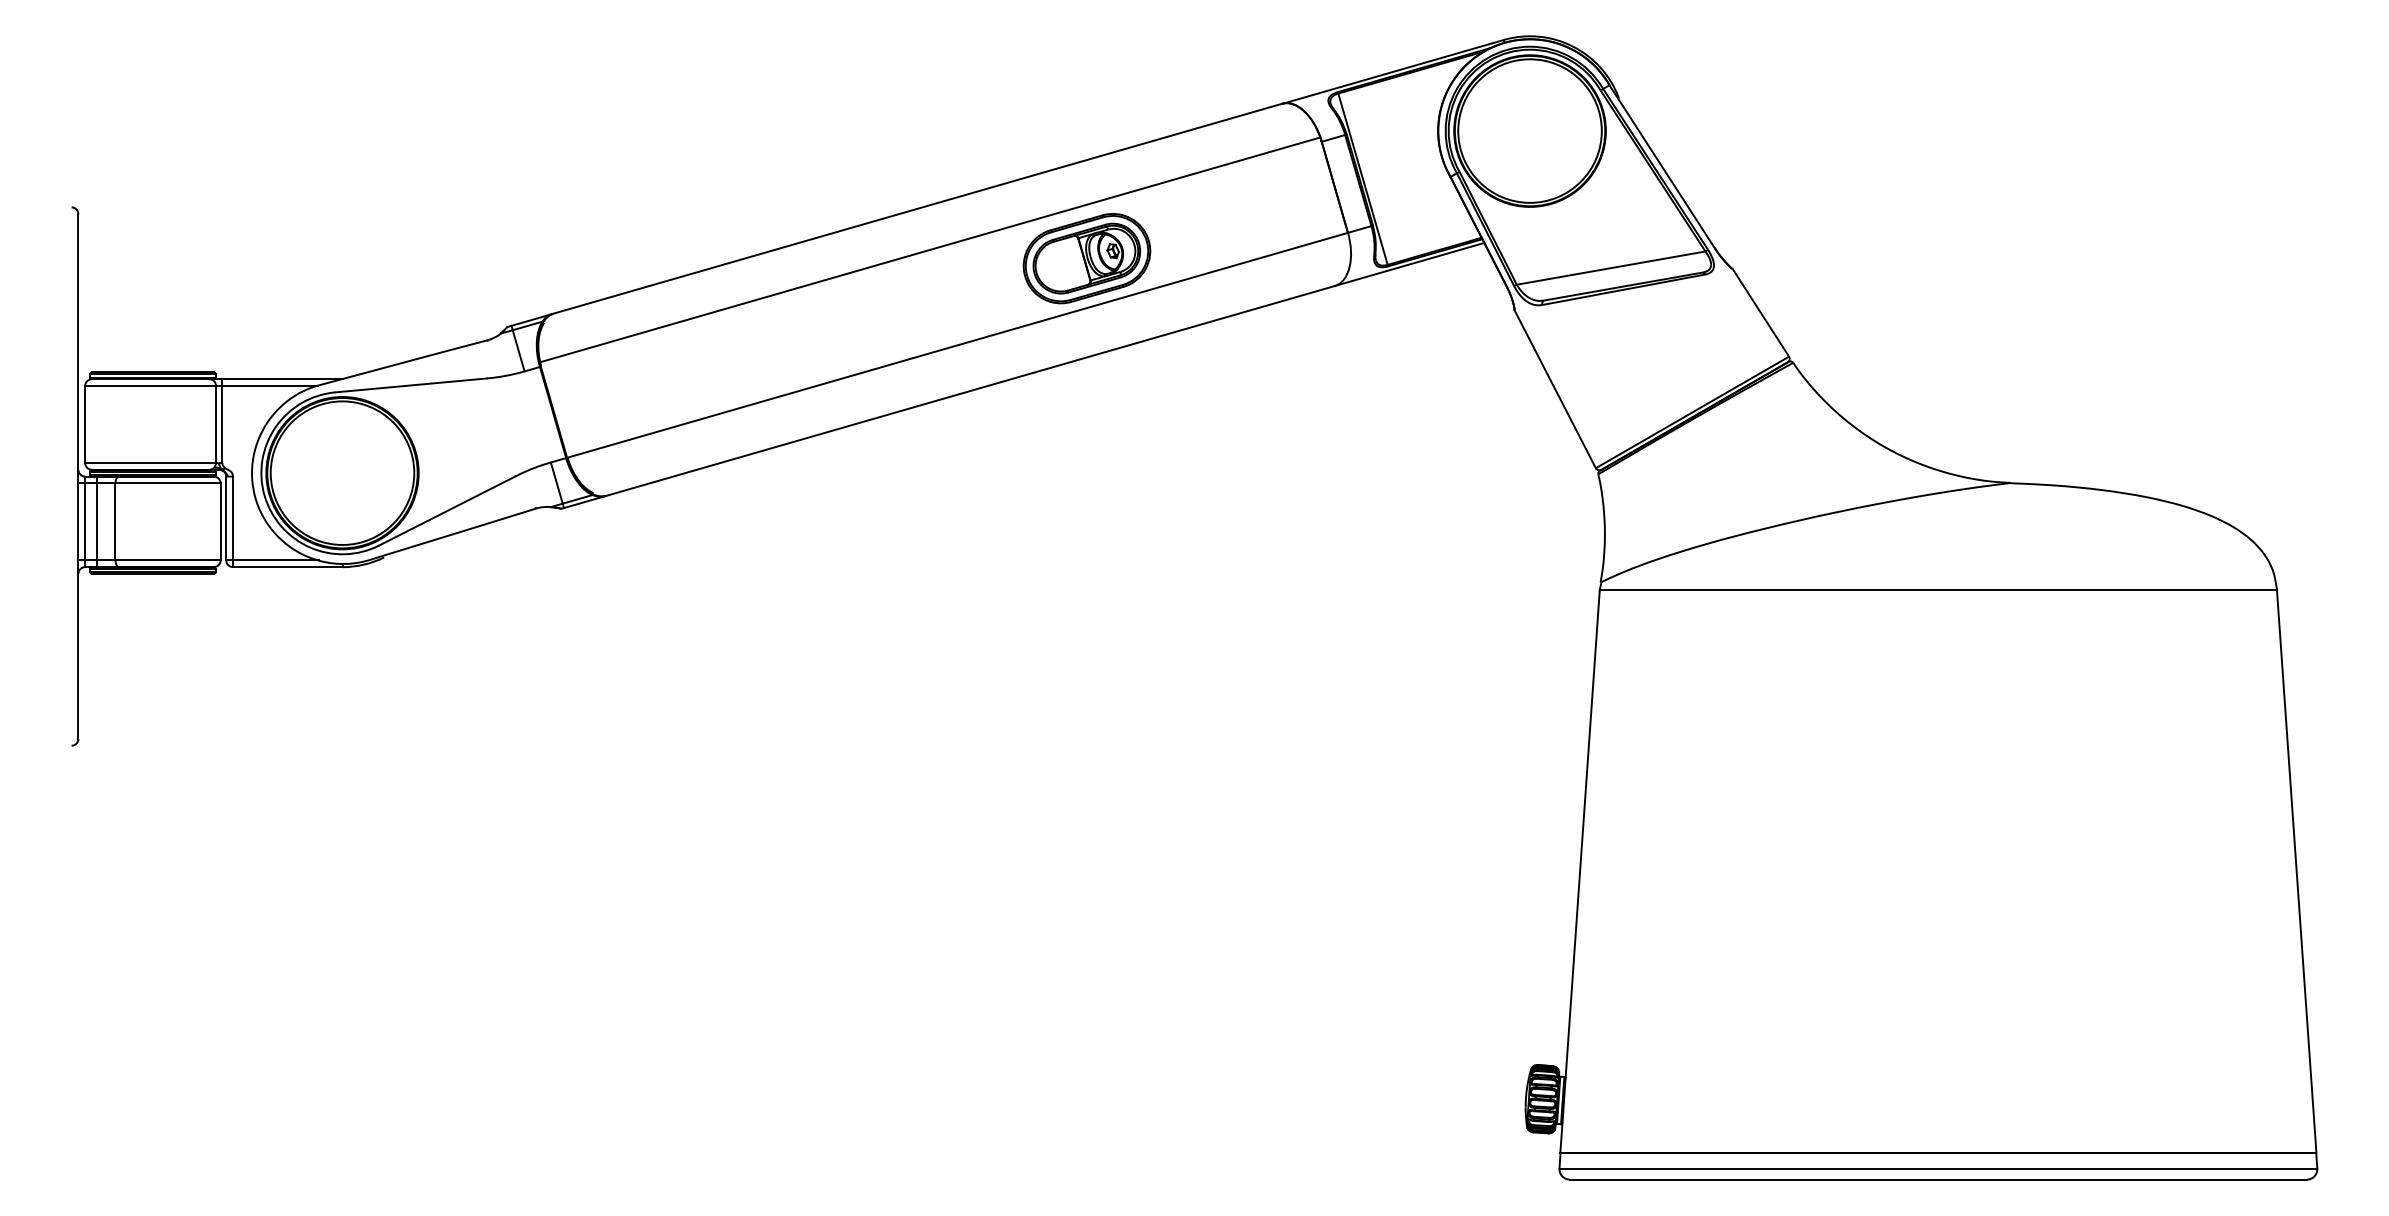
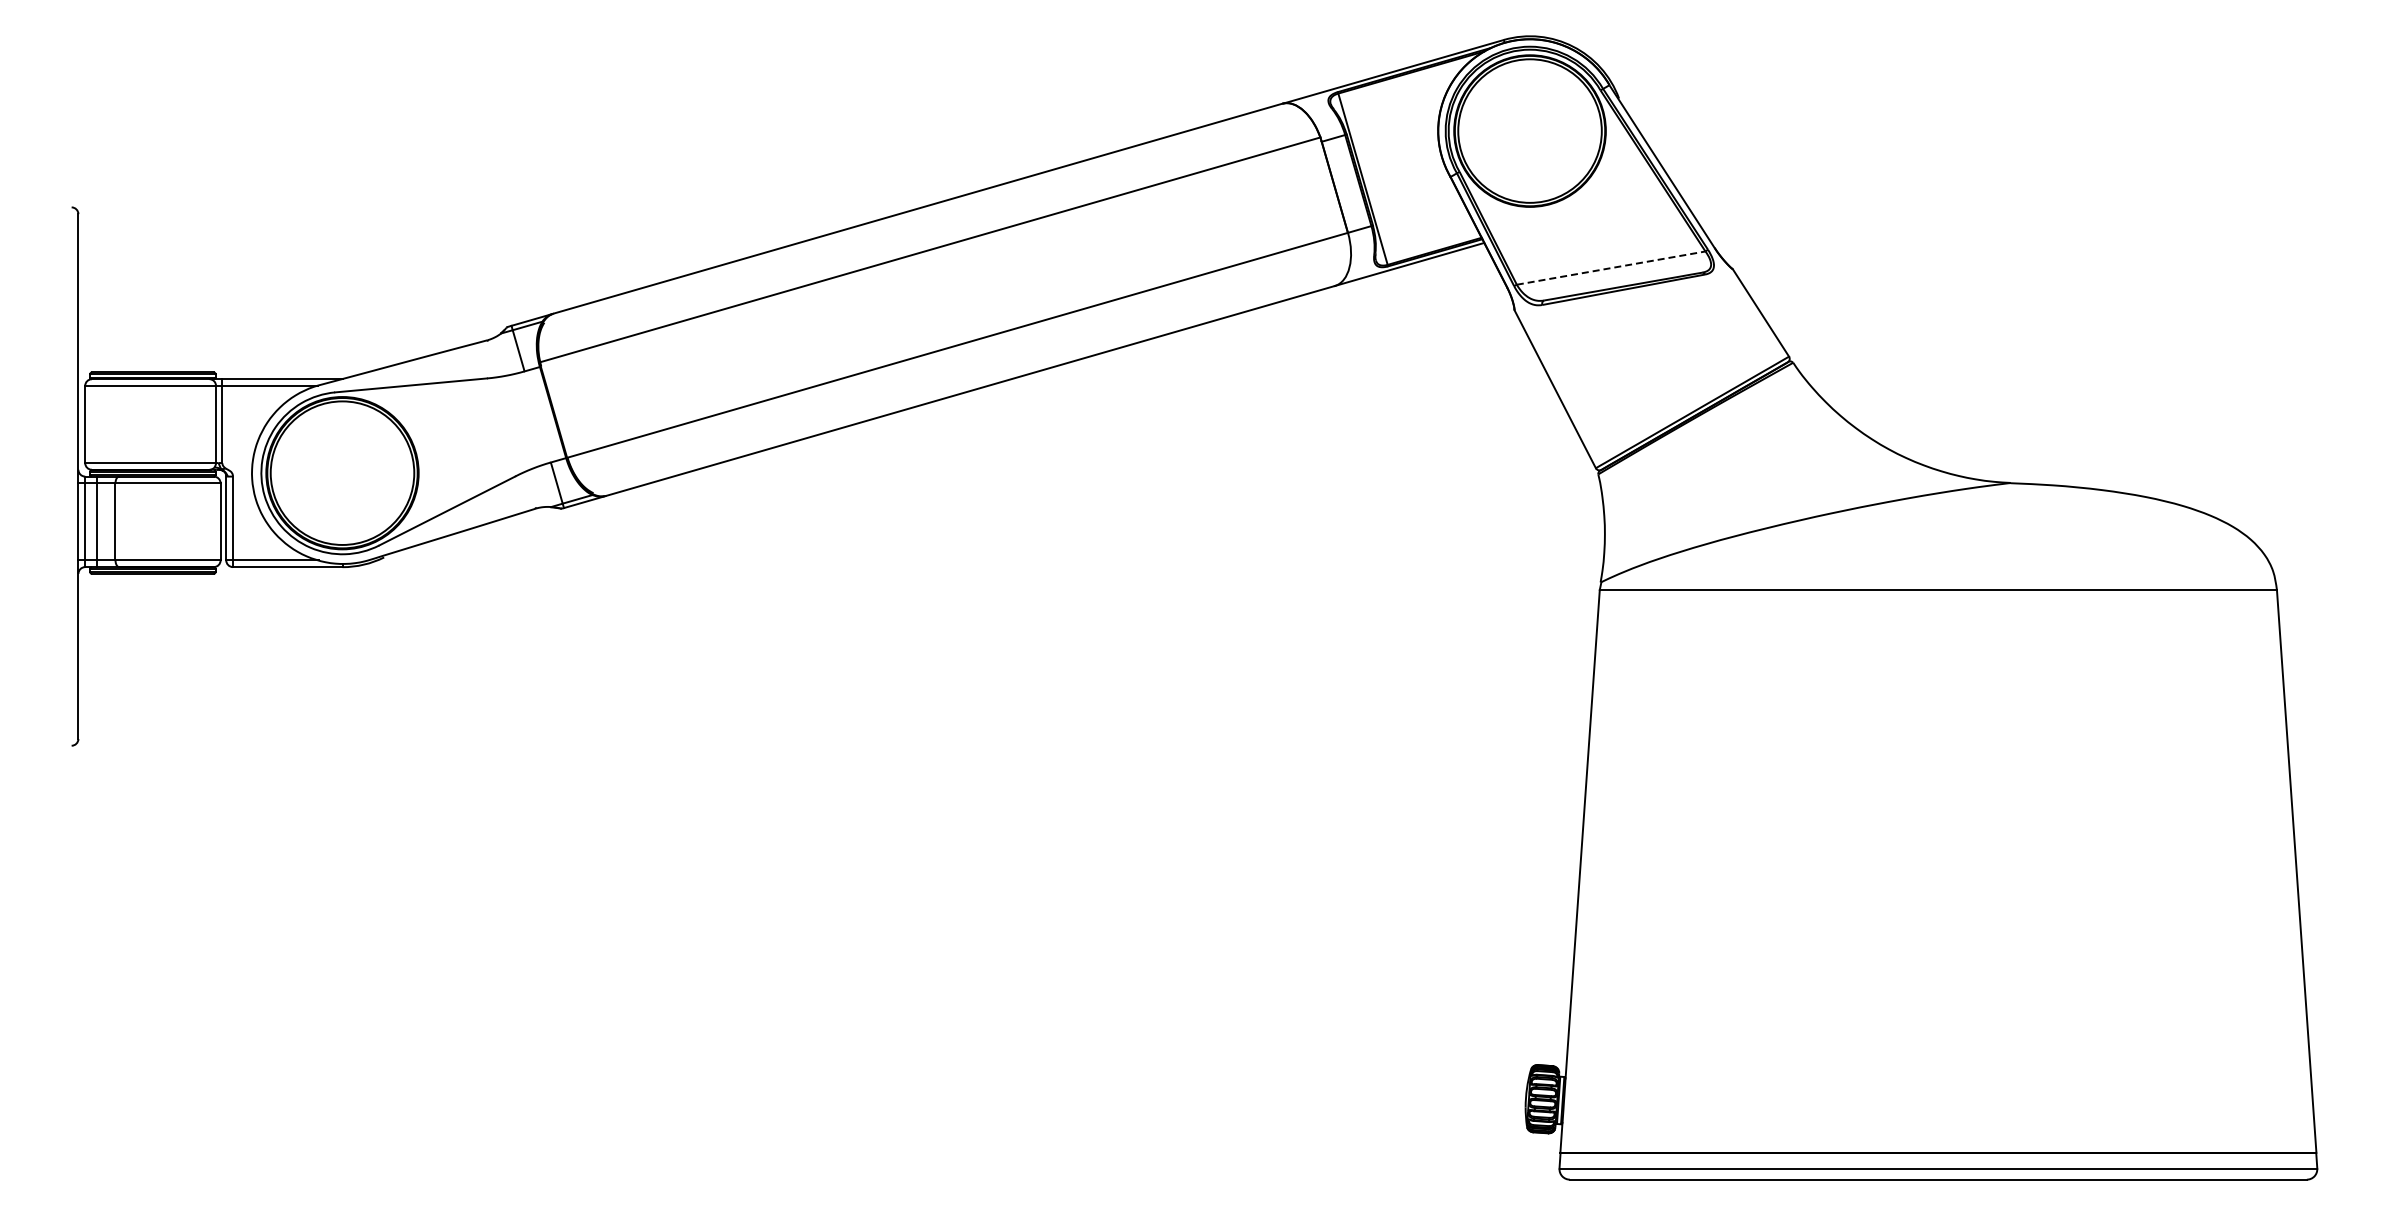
part at (1086, 258): present -> none
line at (1611, 268): solid -> dashed
